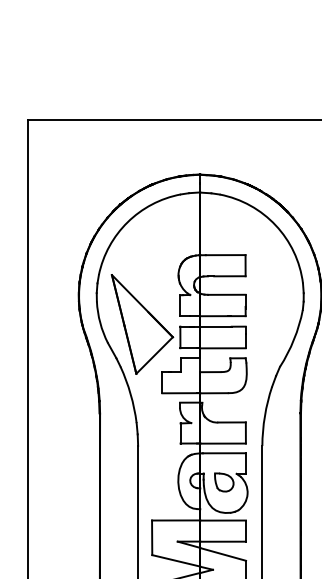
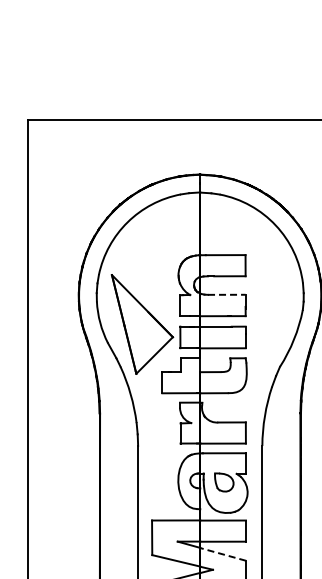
line at (226, 294): solid -> dashed
line at (223, 554): solid -> dashed
